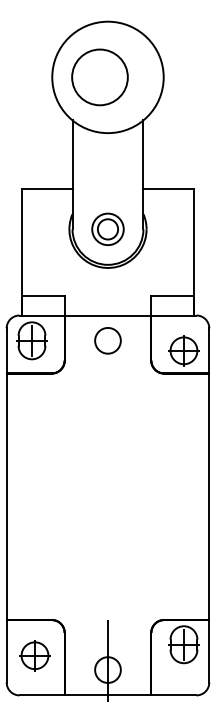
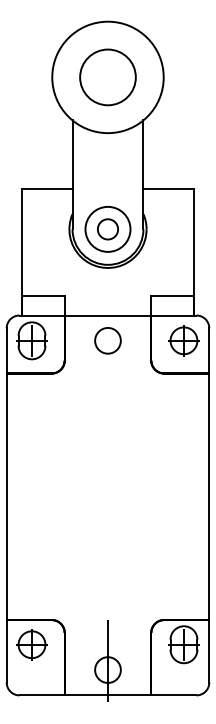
circle at (99, 77) position: (99, 77) -> (107, 77)
circle at (107, 229) diameter: 32 px -> 45 px
part at (183, 350) position: (183, 350) -> (183, 340)
part at (34, 655) position: (34, 655) -> (31, 644)
